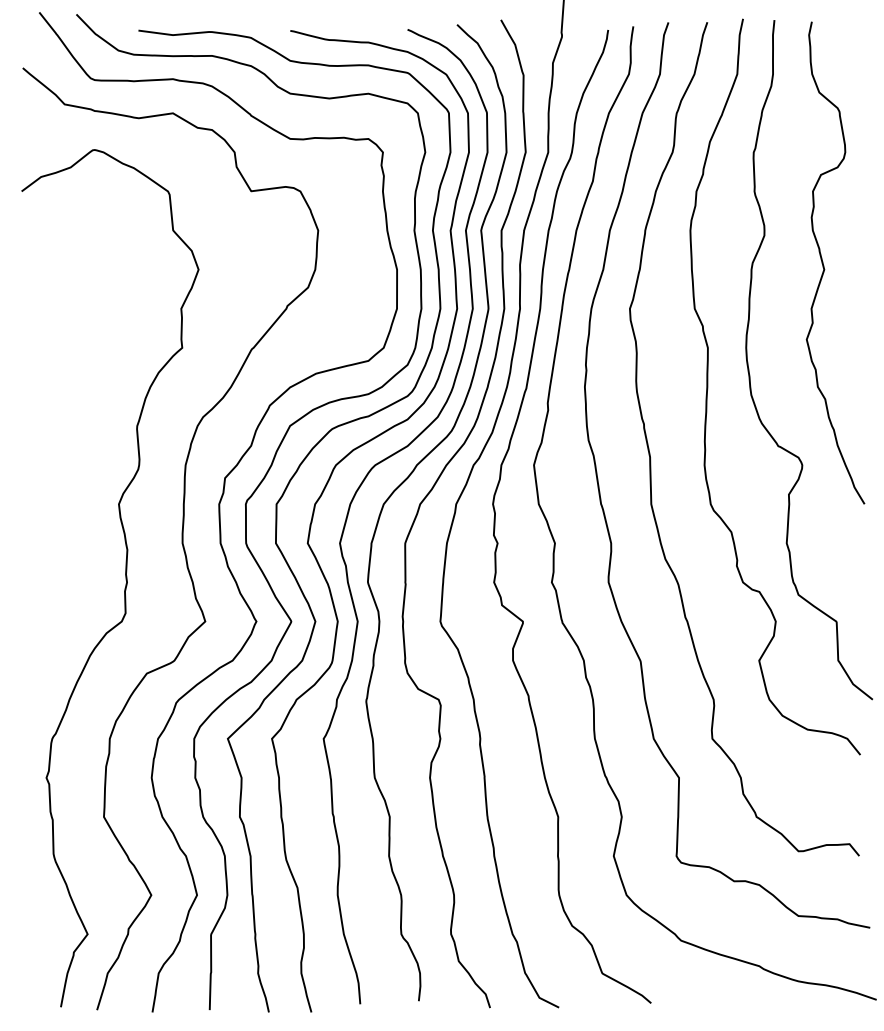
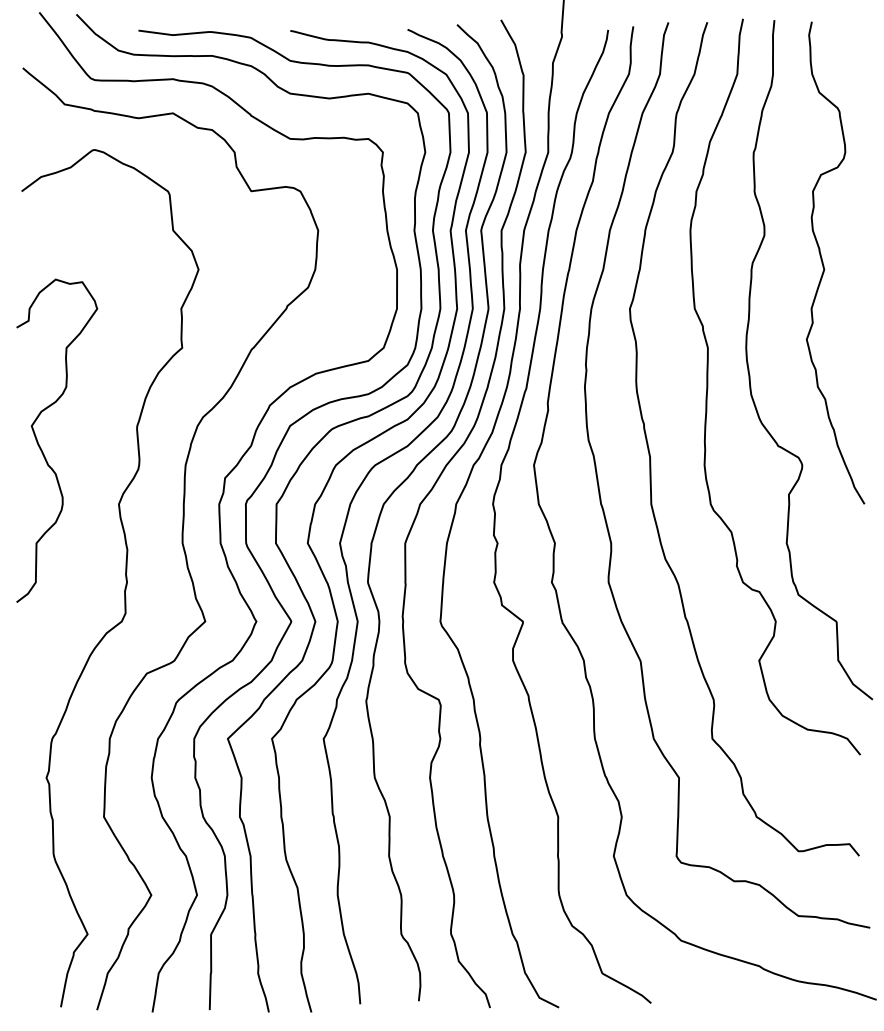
curve at (41, 448): none -> present
